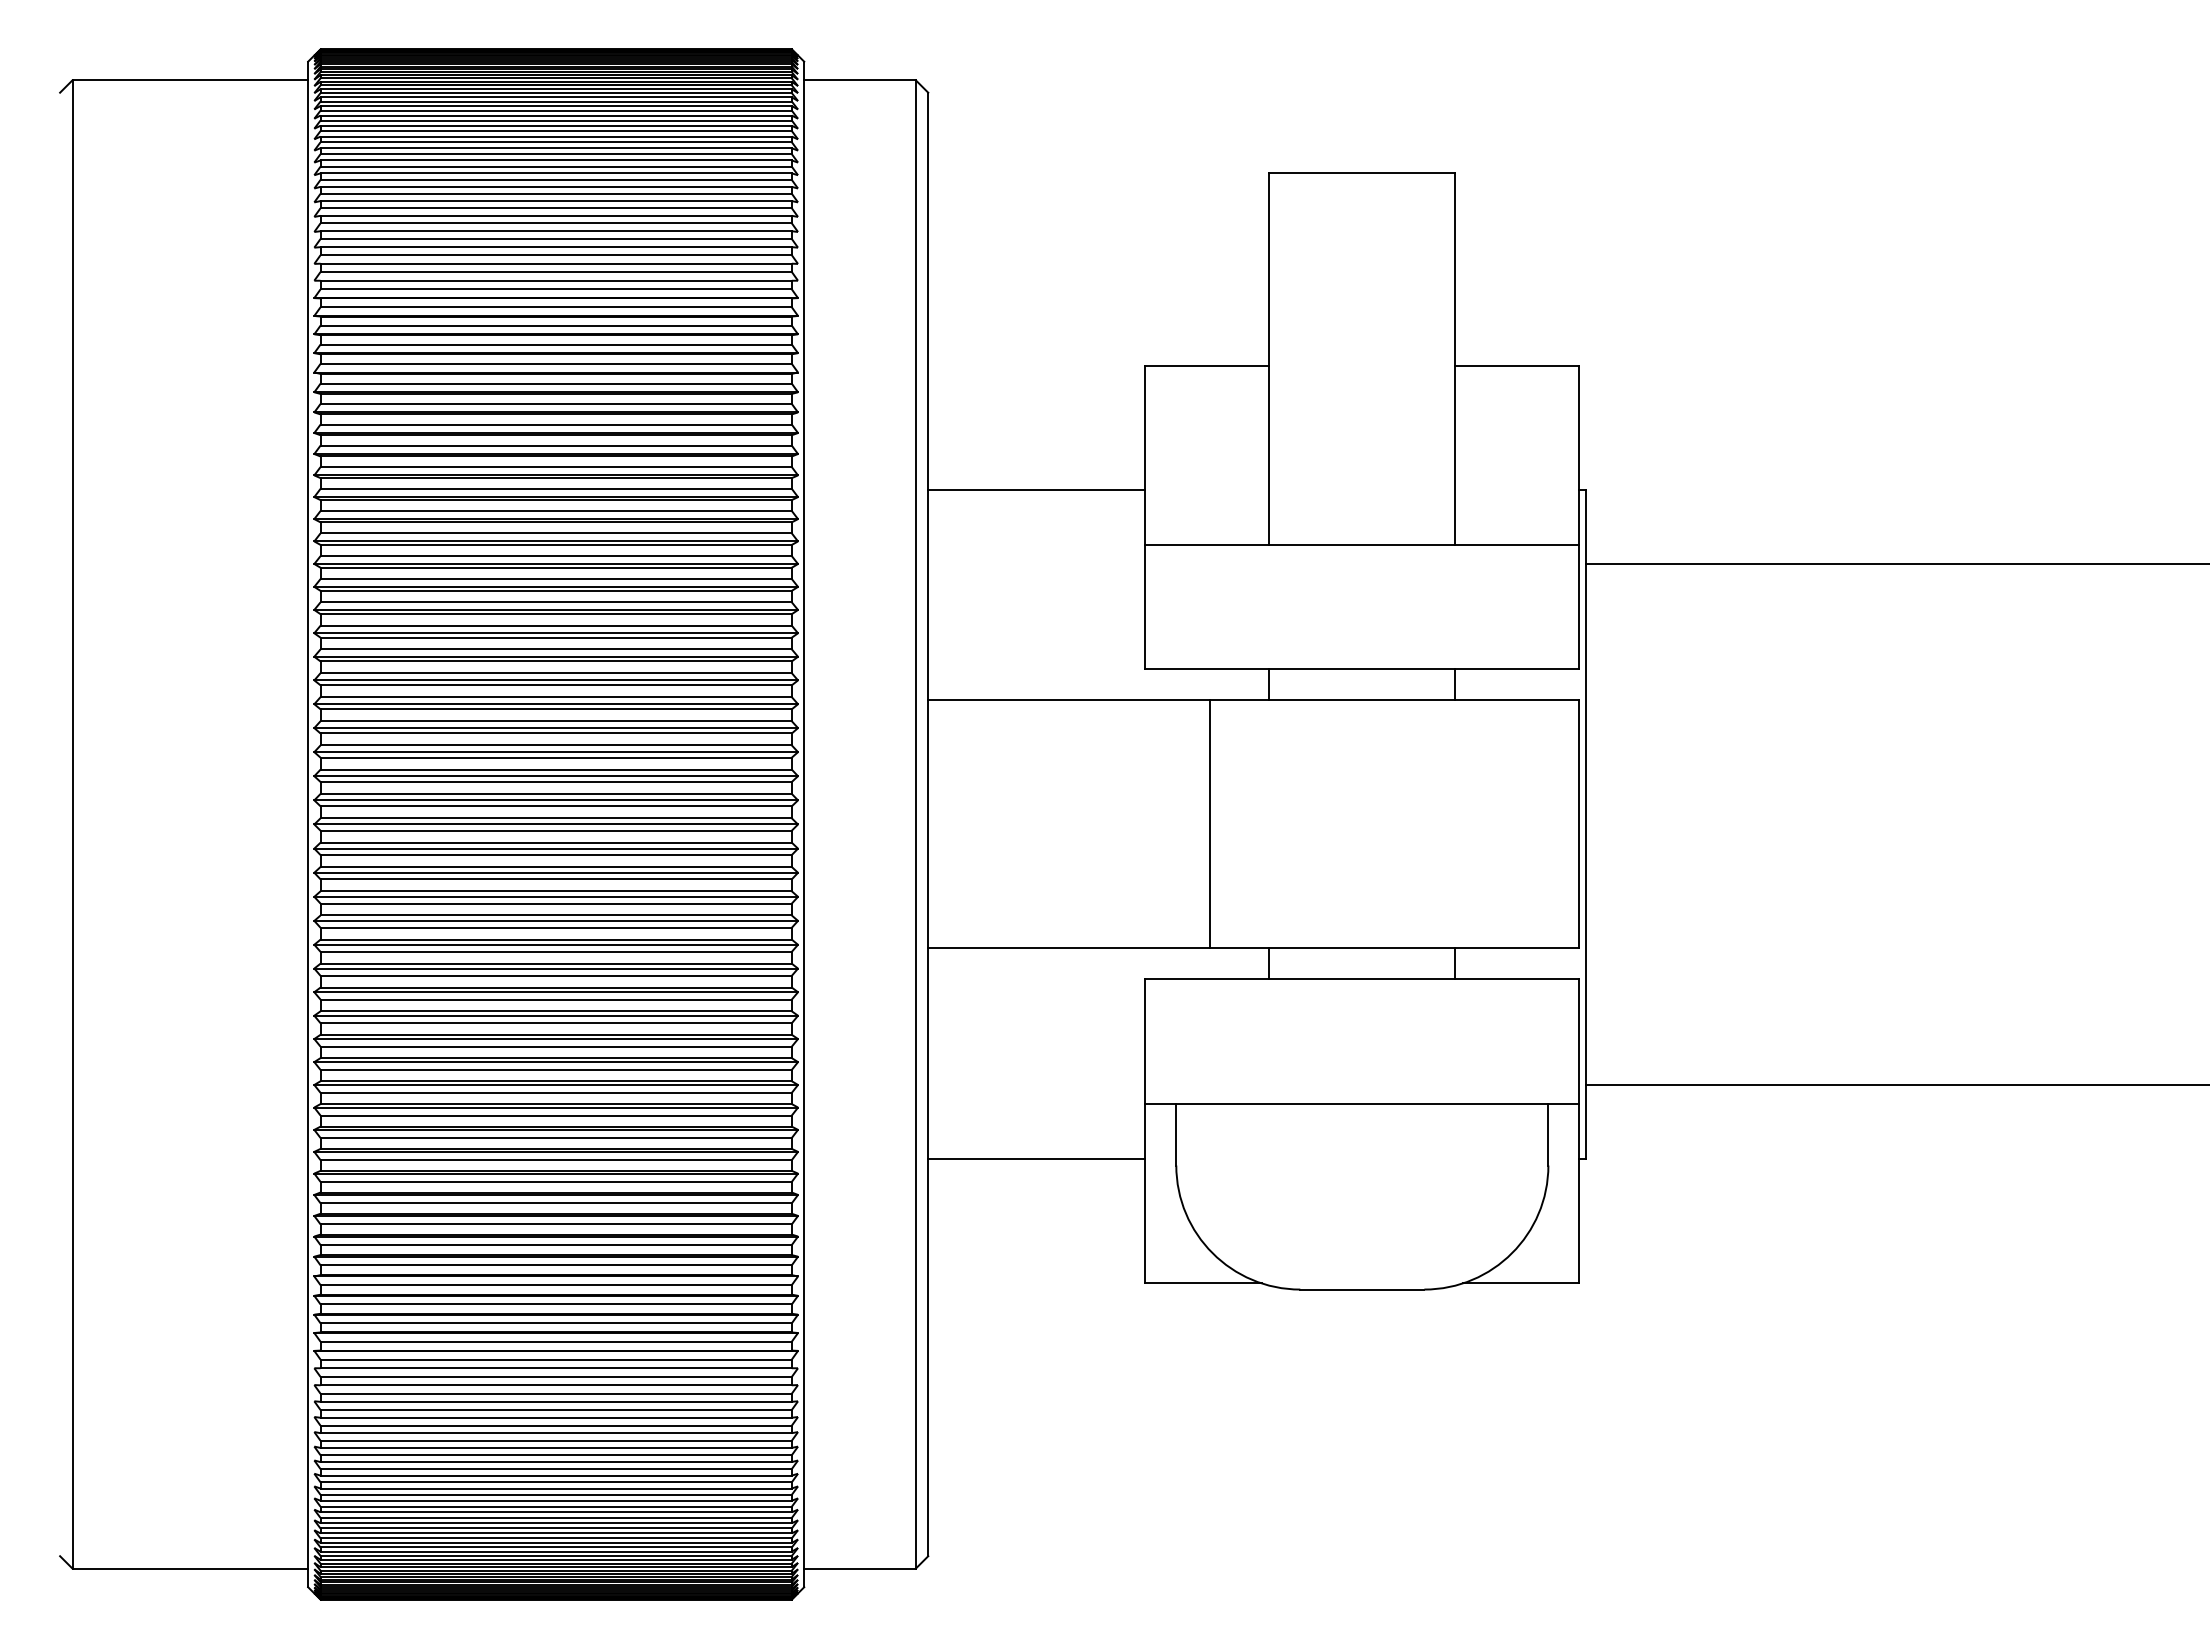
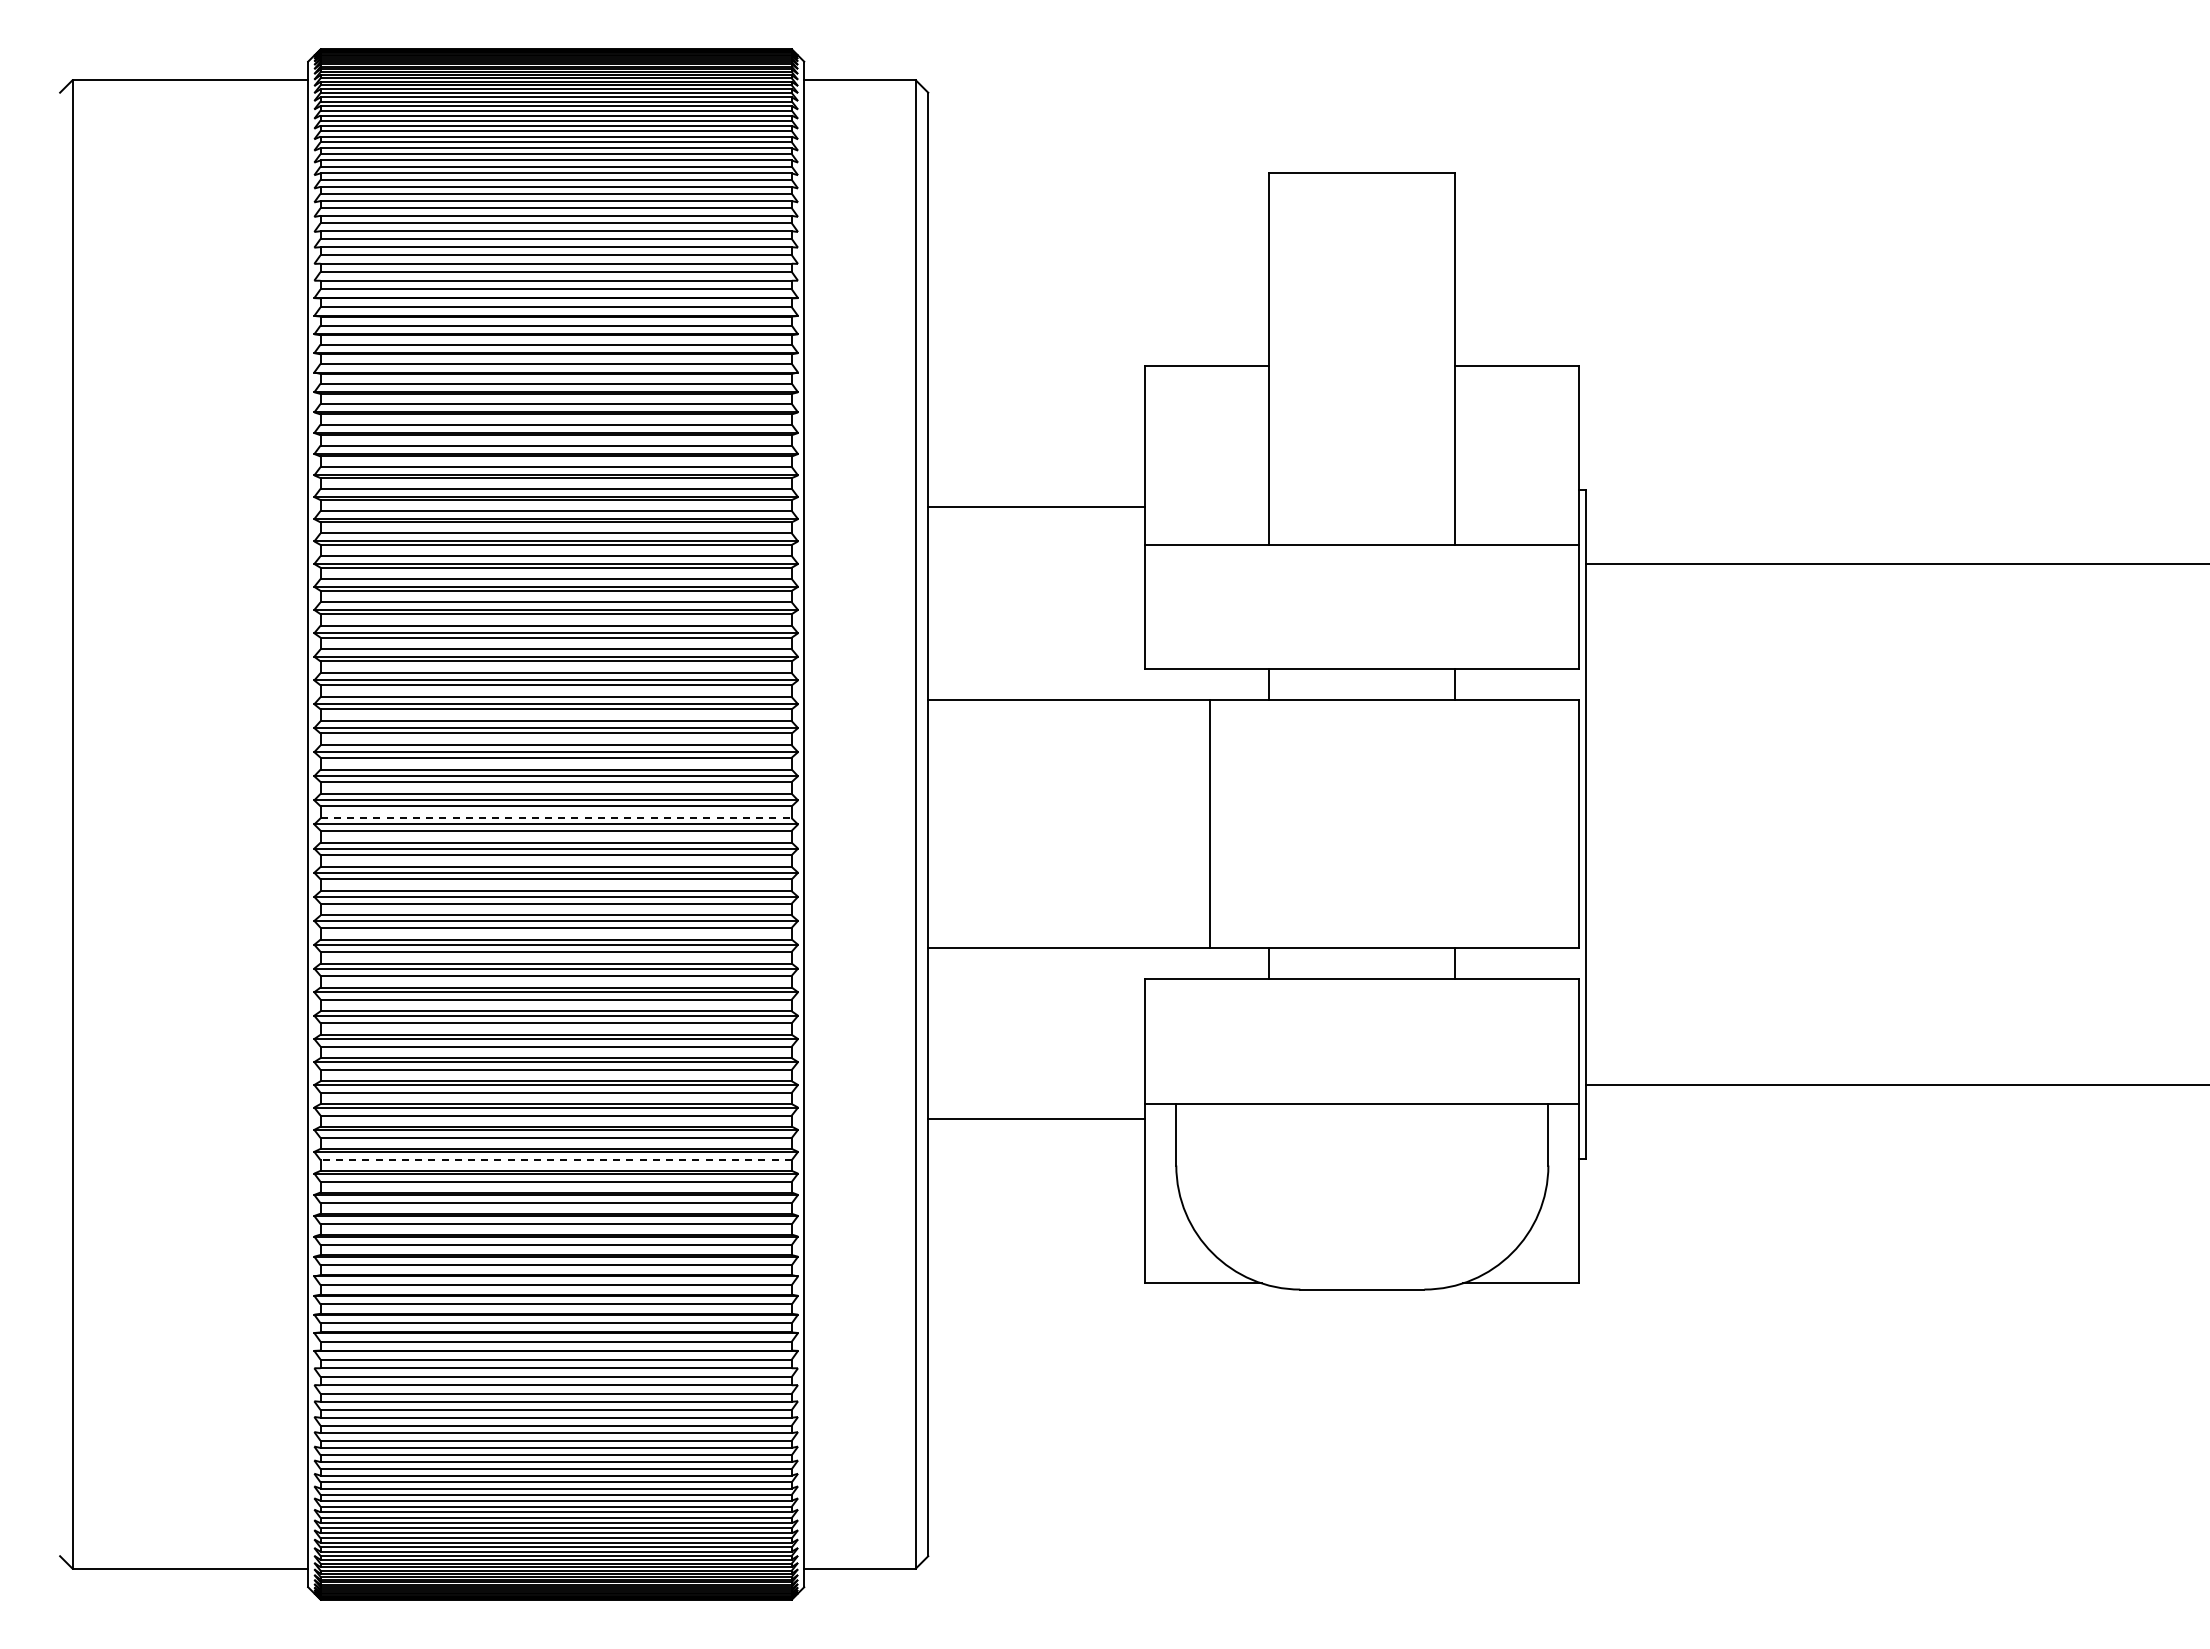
line at (1036, 489) position: (1036, 489) -> (1036, 506)
line at (556, 818): solid -> dashed
line at (1036, 1159) position: (1036, 1159) -> (1036, 1119)
line at (556, 1160): solid -> dashed
